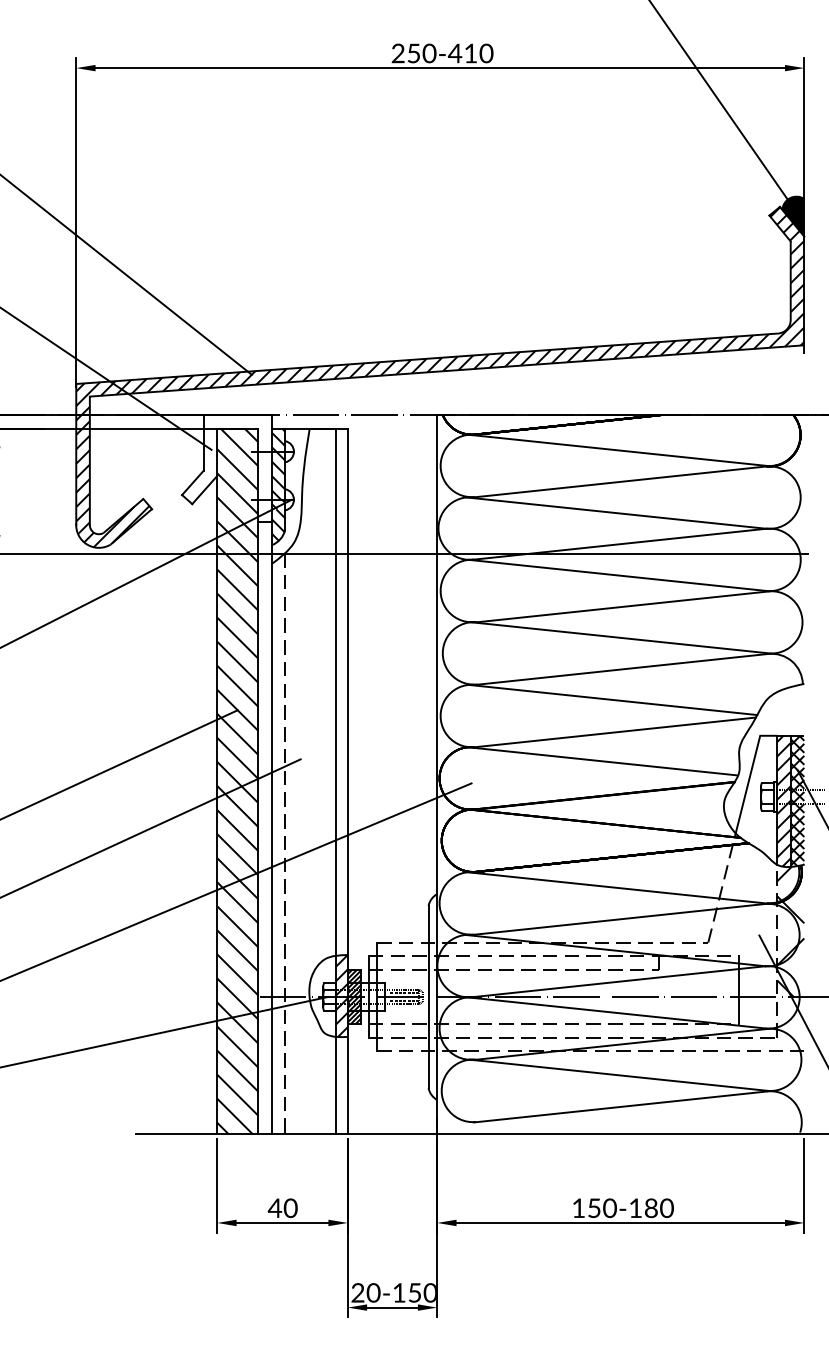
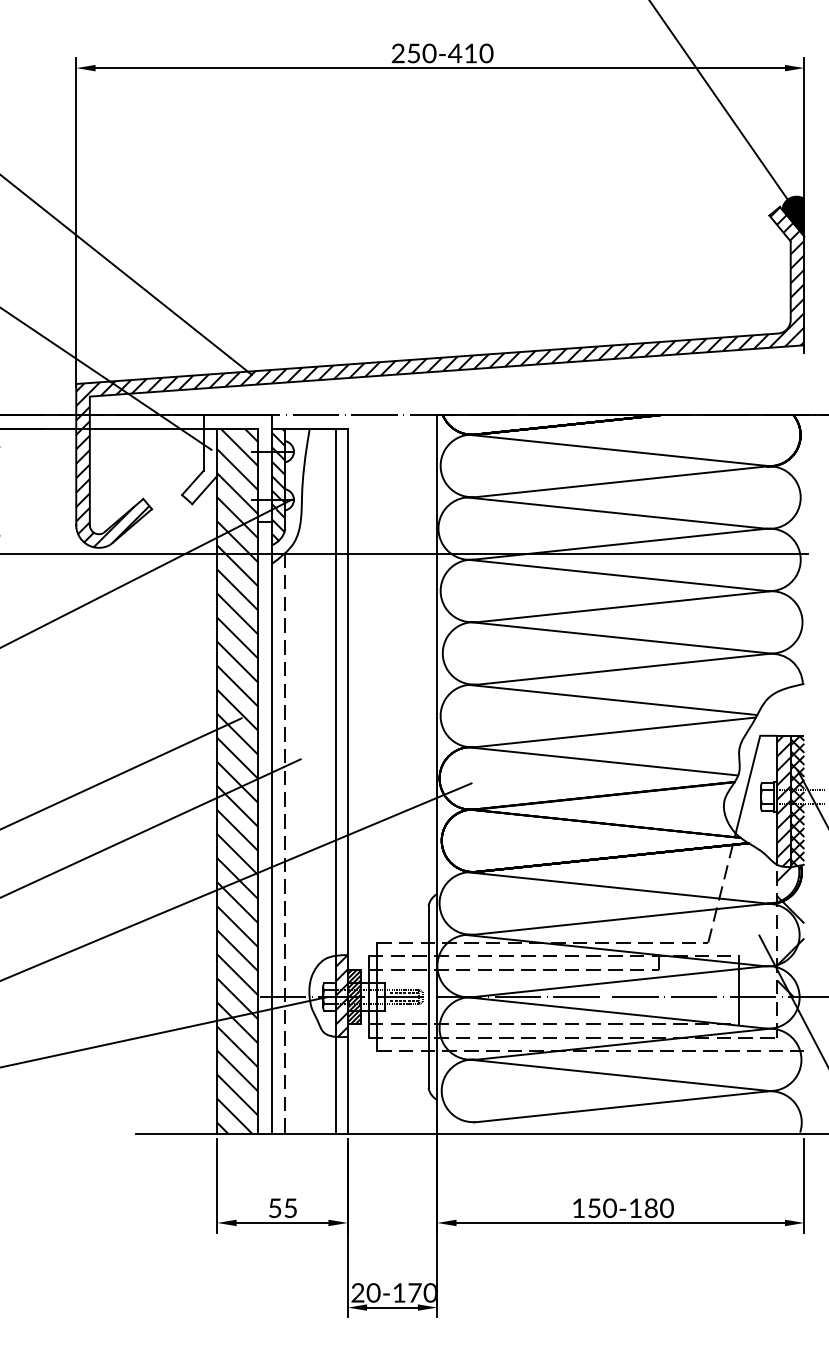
line at (119, 764) position: (119, 764) -> (121, 773)
text at (282, 1208): 40 -> 55
text at (414, 1292): 20-150 -> 20-170
